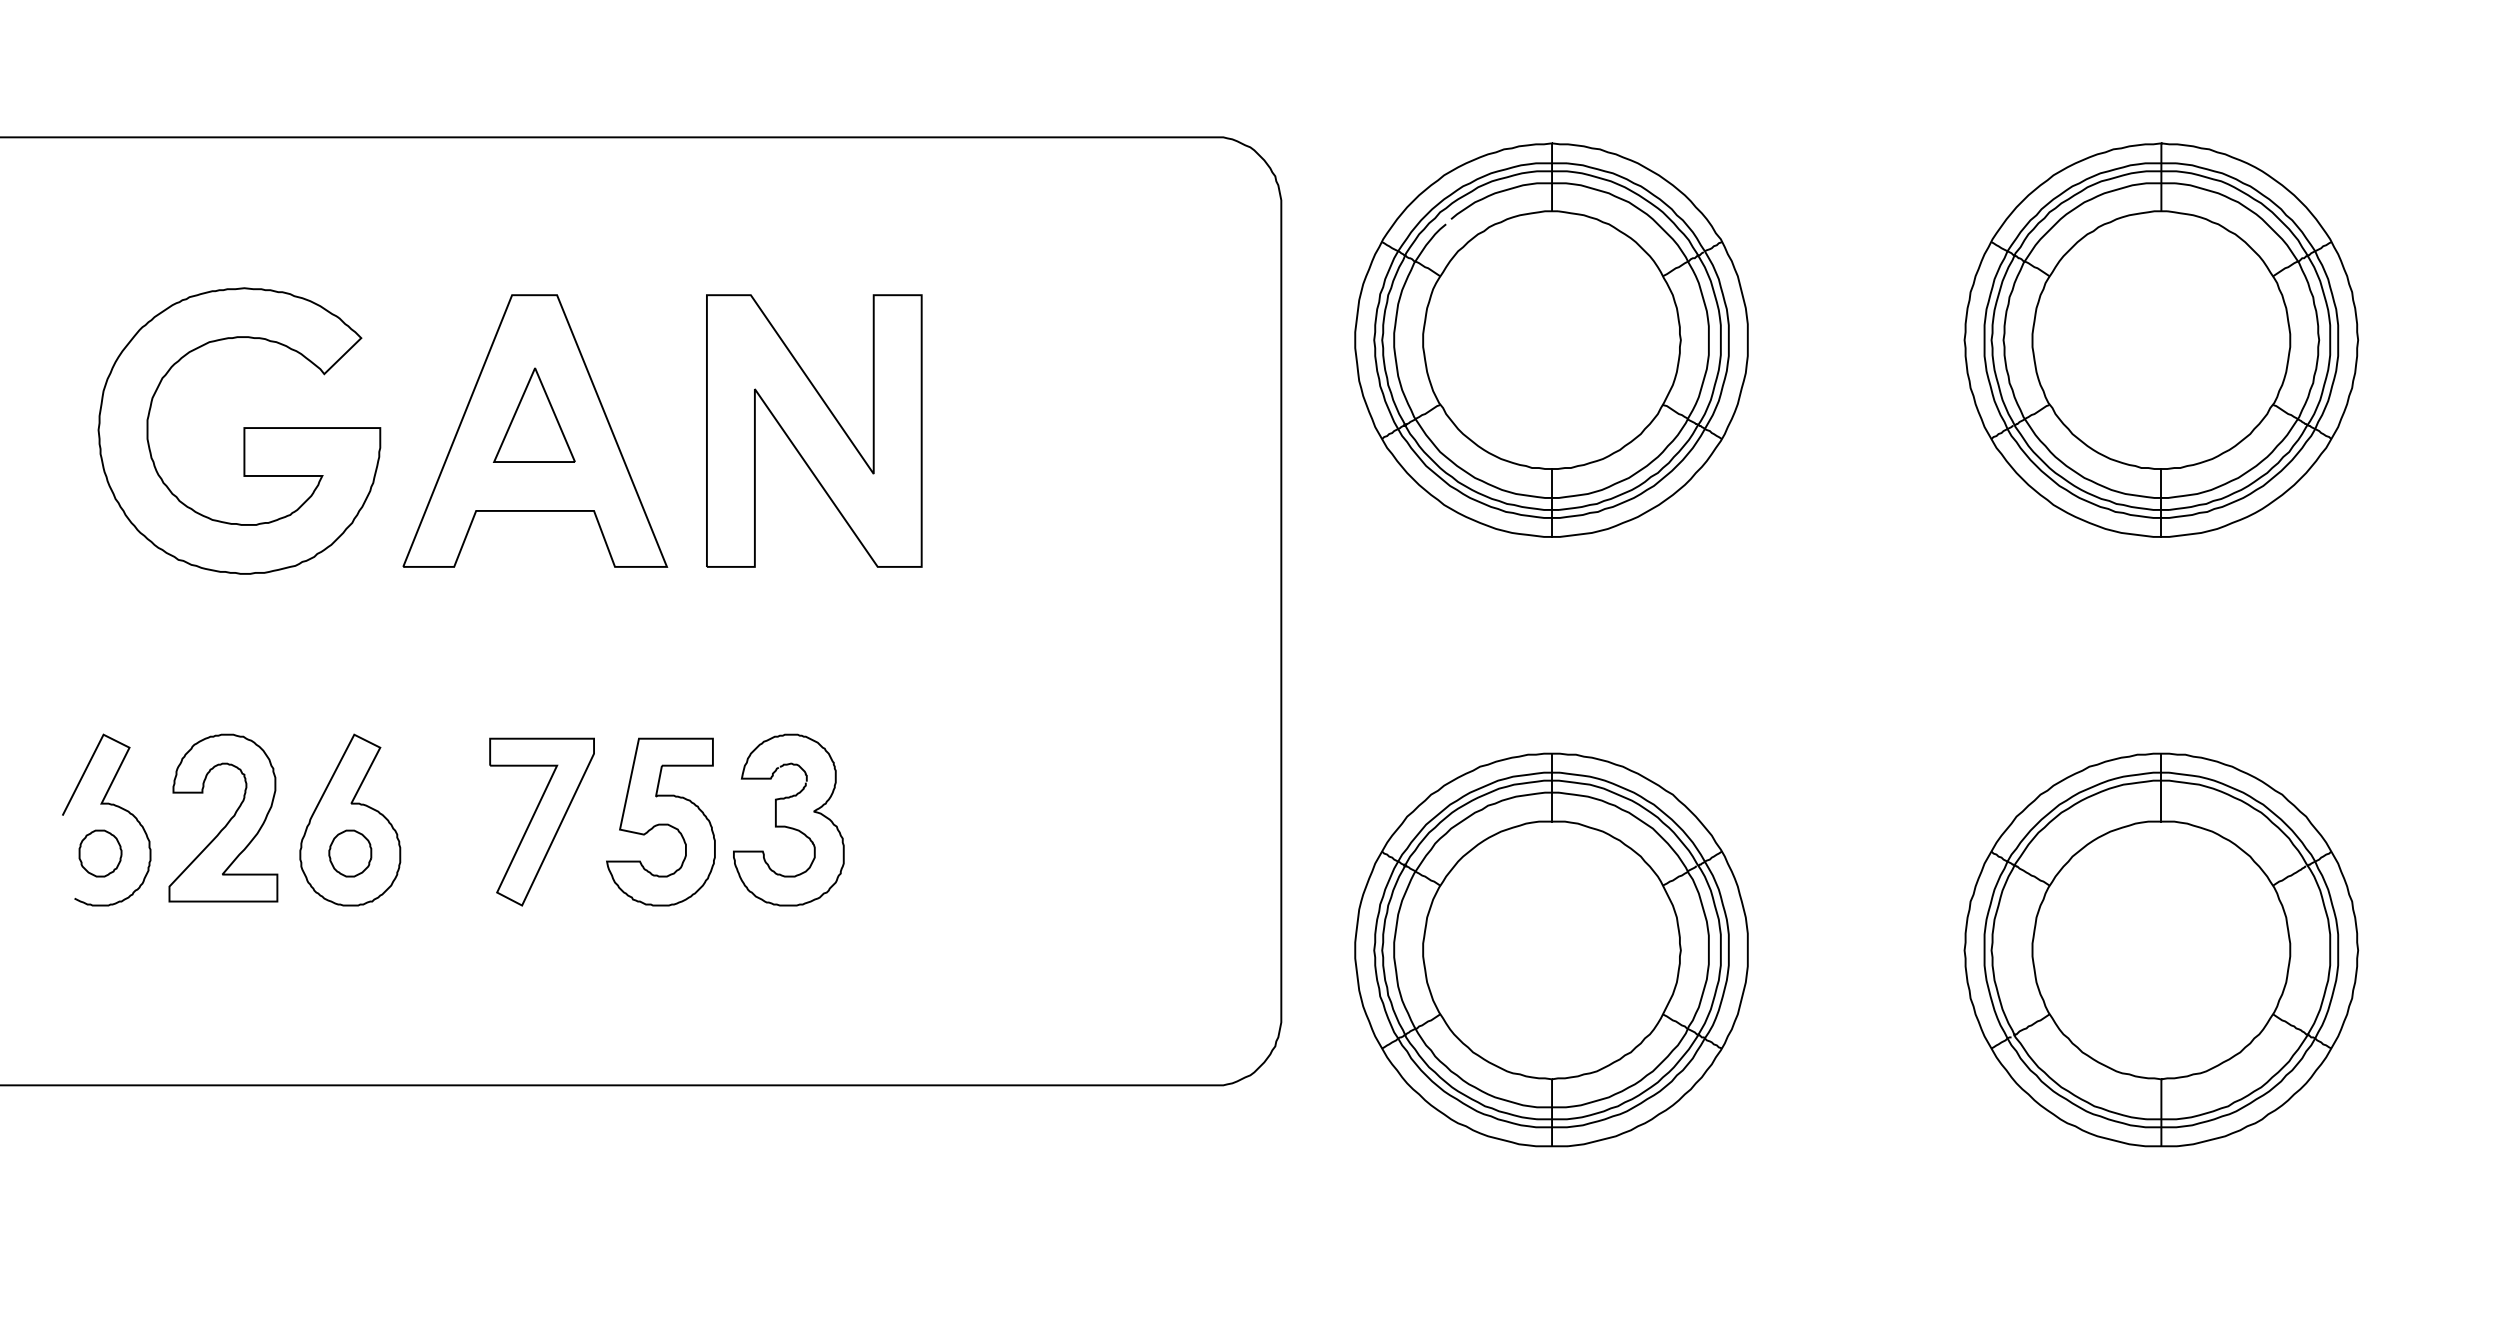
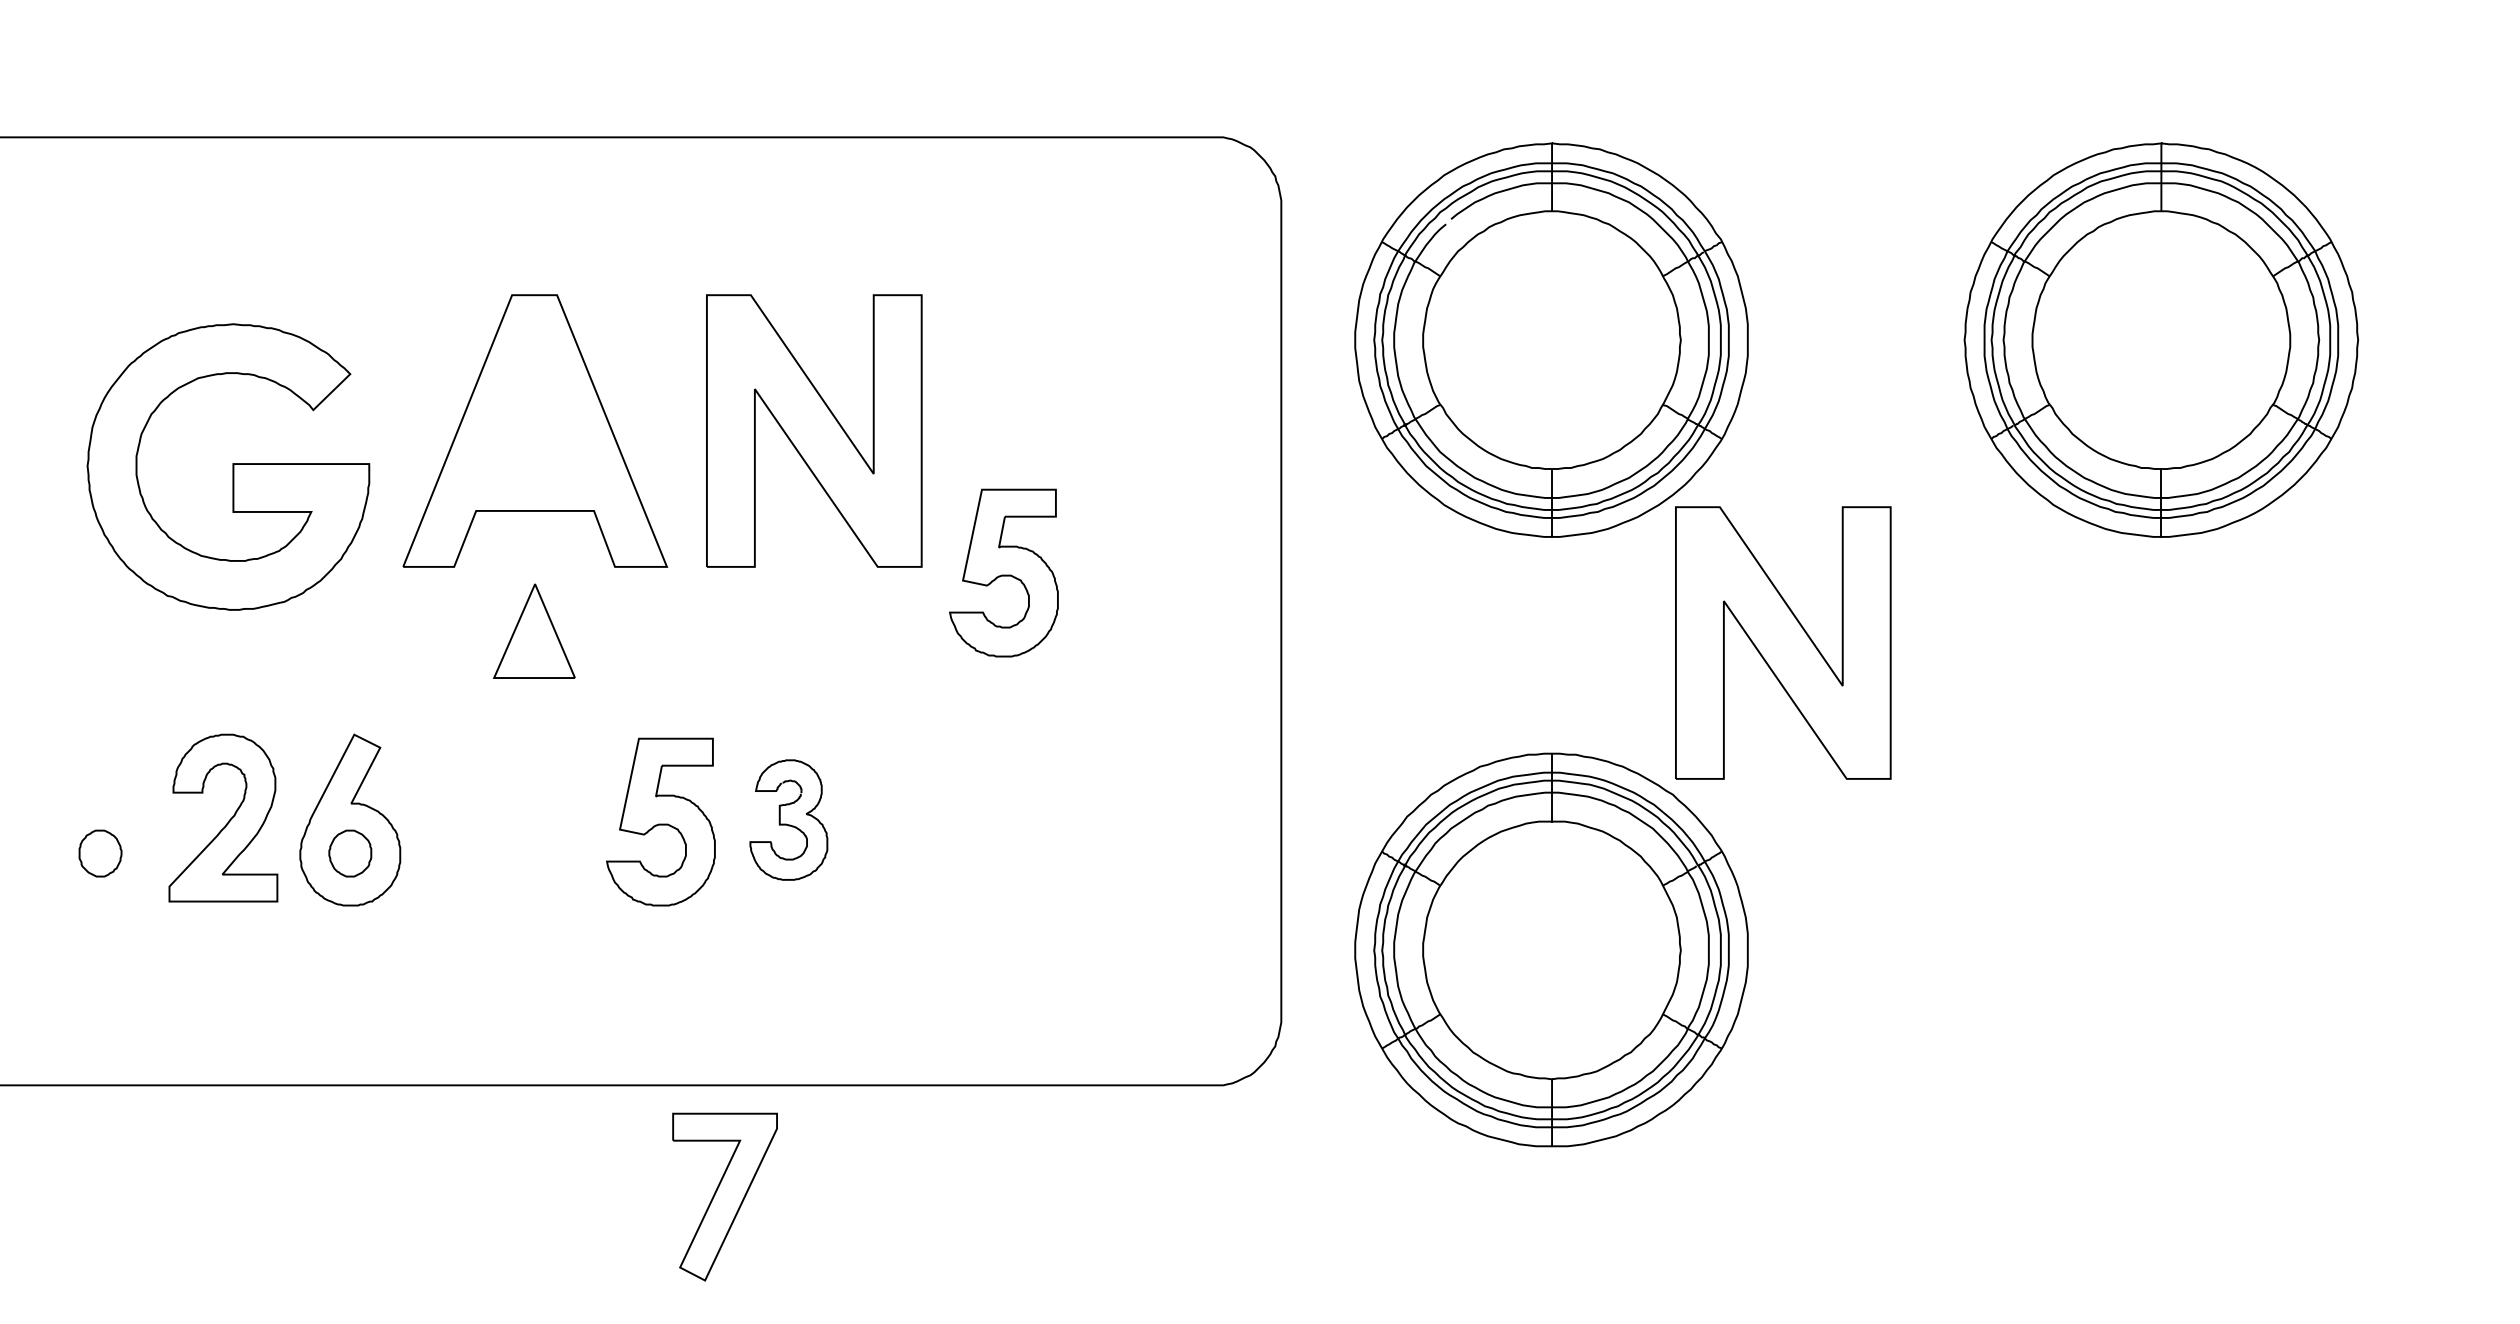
part at (534, 414) position: (534, 414) -> (534, 630)
part at (239, 430) position: (239, 430) -> (228, 466)
part at (1003, 572): none -> present
part at (1783, 642): none -> present
curve at (110, 805): present -> none
part at (788, 819) size: 112x174 px -> 80x122 px
part at (541, 821) position: (541, 821) -> (724, 1196)
part at (2161, 949): present -> none
